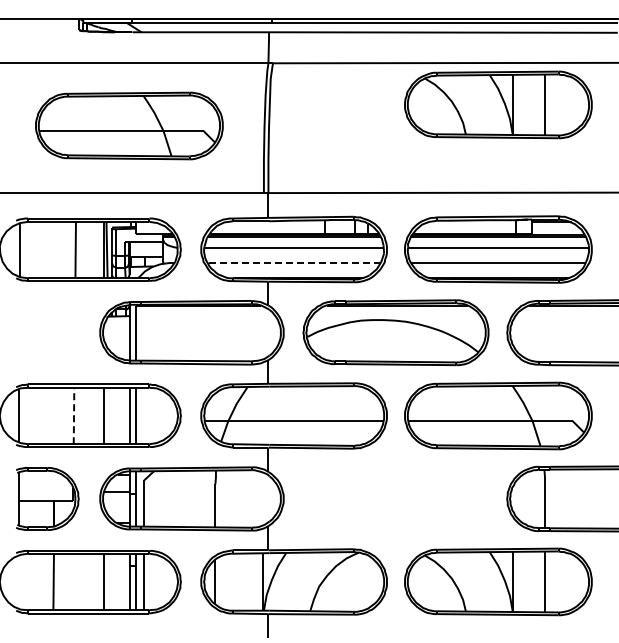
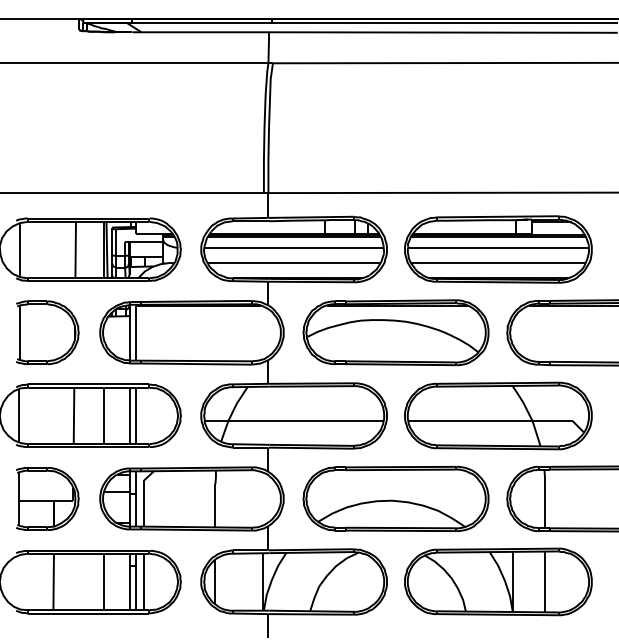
part at (498, 104): present -> none
part at (129, 125): present -> none
line at (294, 263): dashed -> solid
part at (47, 332): none -> present
line at (74, 415): dashed -> solid
part at (395, 498): none -> present
